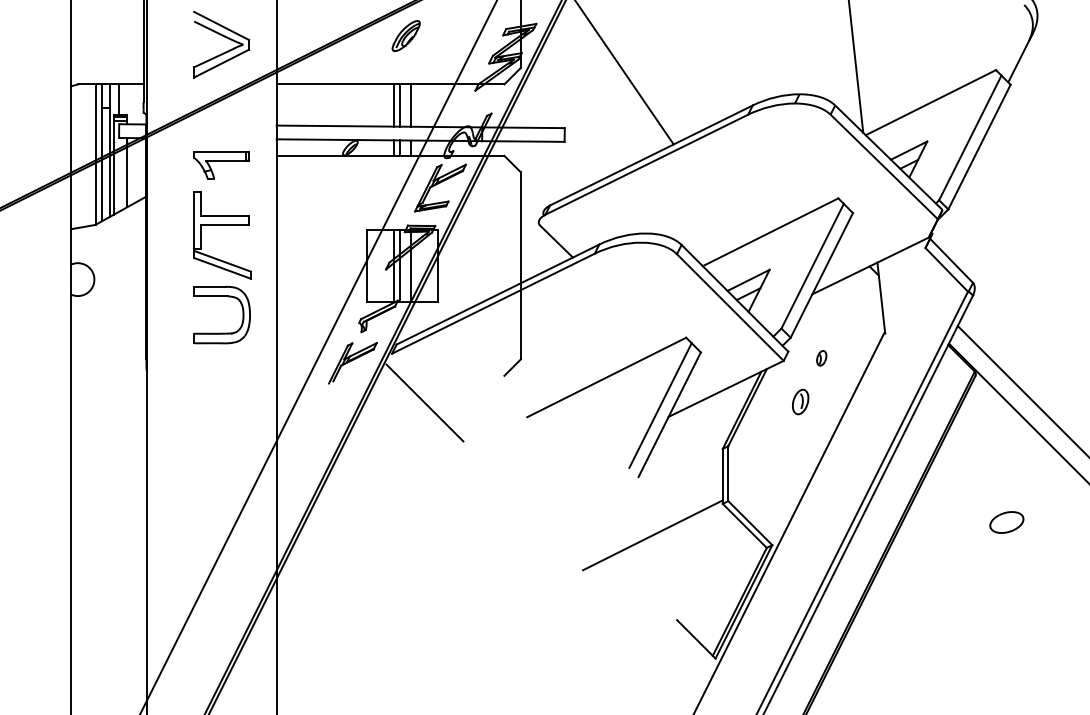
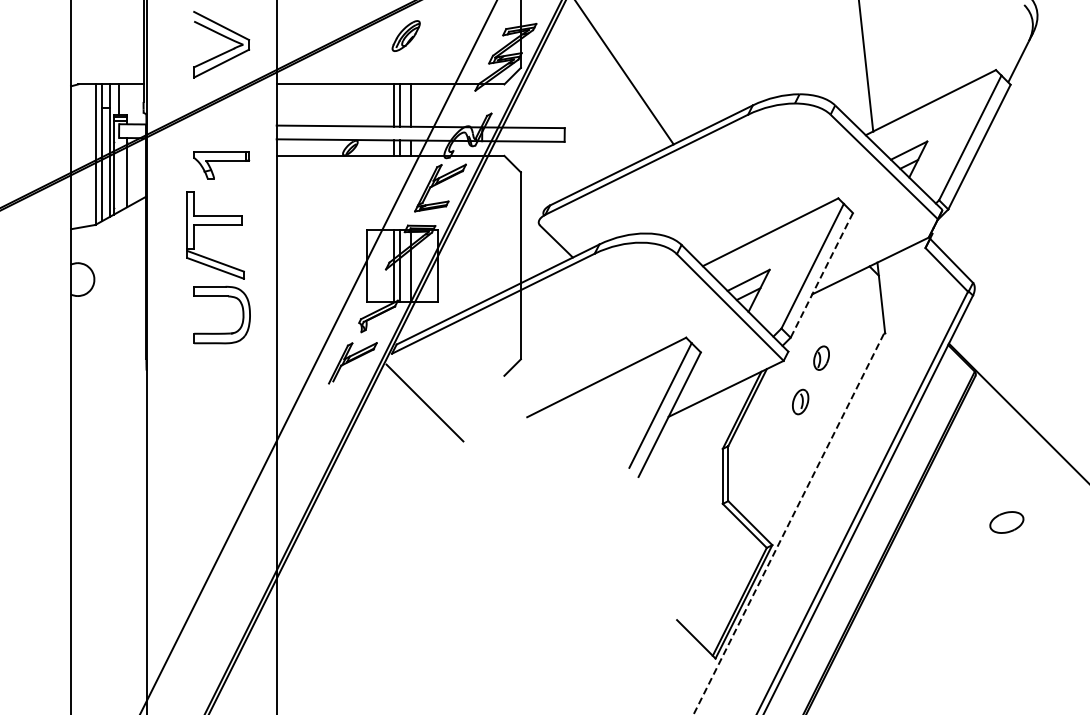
line at (856, 67) position: (856, 67) -> (866, 66)
part at (222, 225) position: (222, 225) -> (215, 225)
line at (821, 275): solid -> dashed
part at (821, 358) size: 12x17 px -> 17x26 px
line at (1021, 390): present -> none
line at (788, 524): solid -> dashed
line at (652, 535): present -> none
